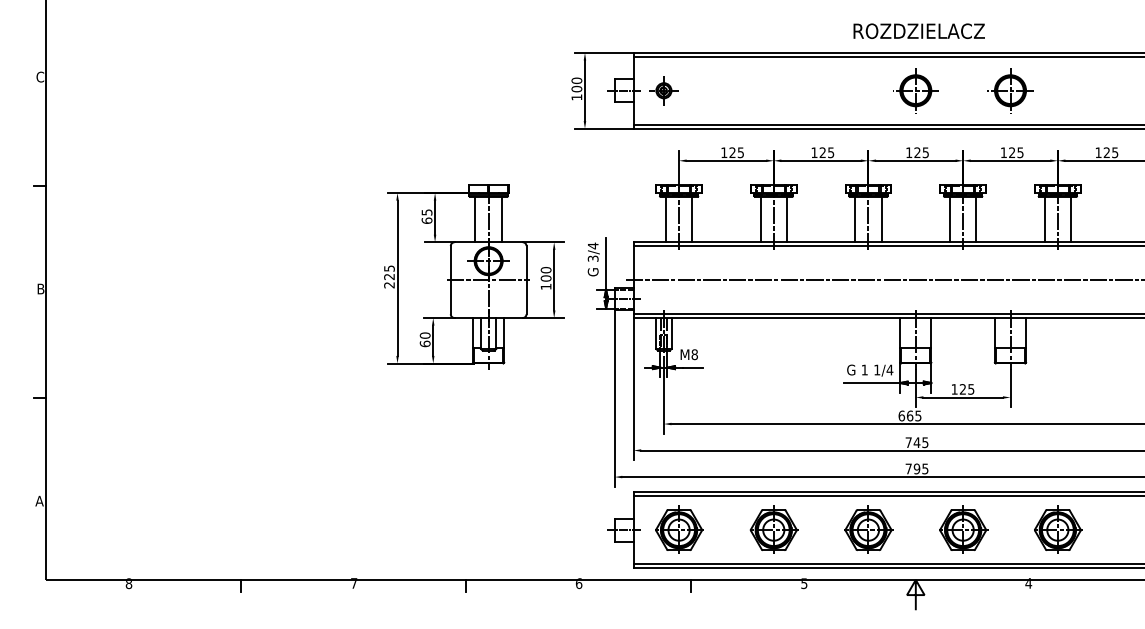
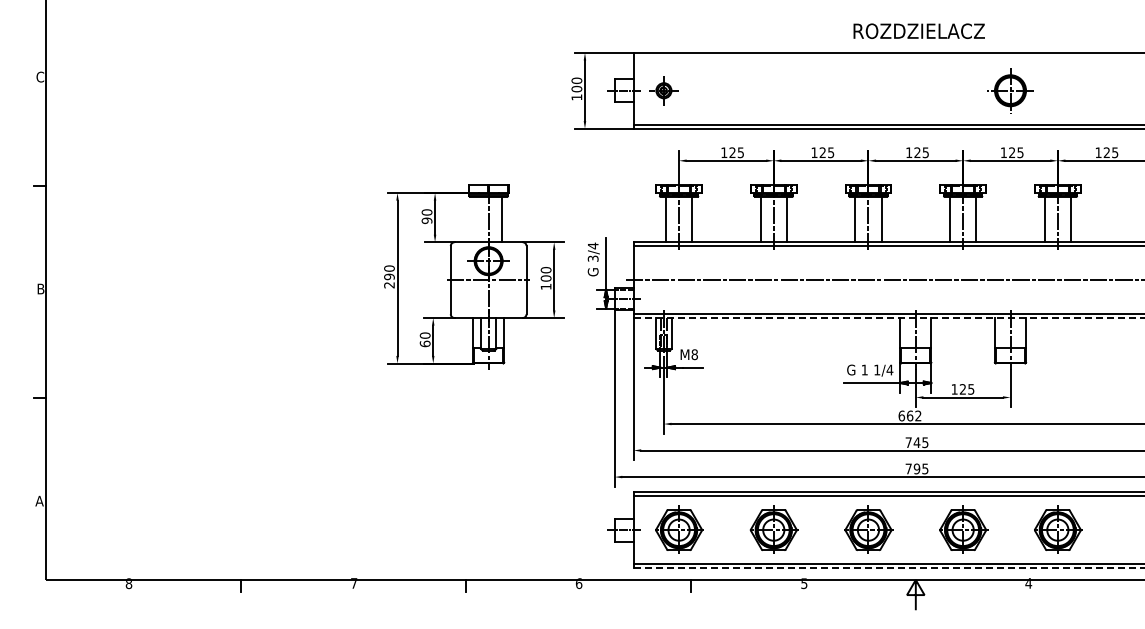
line at (887, 56): present -> none
part at (915, 90): present -> none
text at (426, 216): 65 -> 90
line at (475, 219): present -> none
text at (389, 272): 225 -> 290
line at (889, 318): solid -> dashed
text at (918, 415): 665 -> 662
line at (889, 568): solid -> dashed
